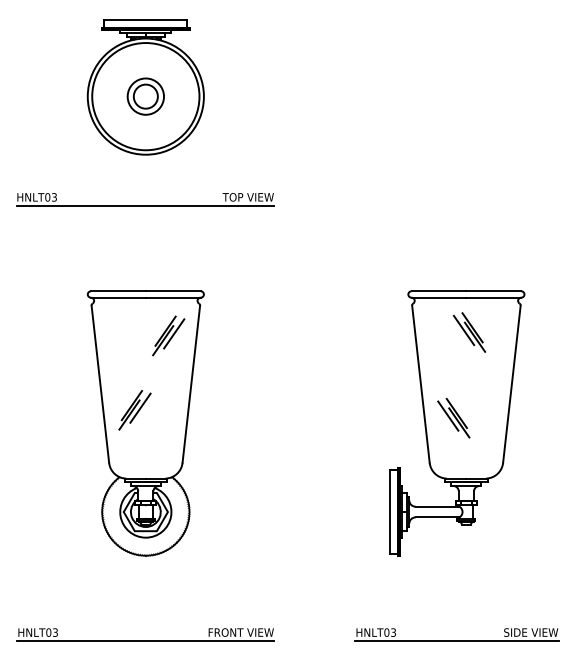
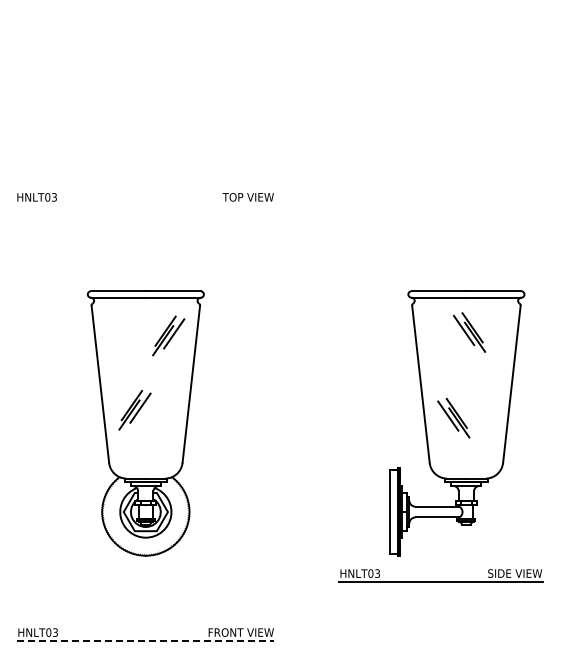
part at (145, 87): present -> none
line at (145, 205): present -> none
part at (456, 634) position: (456, 634) -> (440, 575)
line at (146, 641): solid -> dashed
